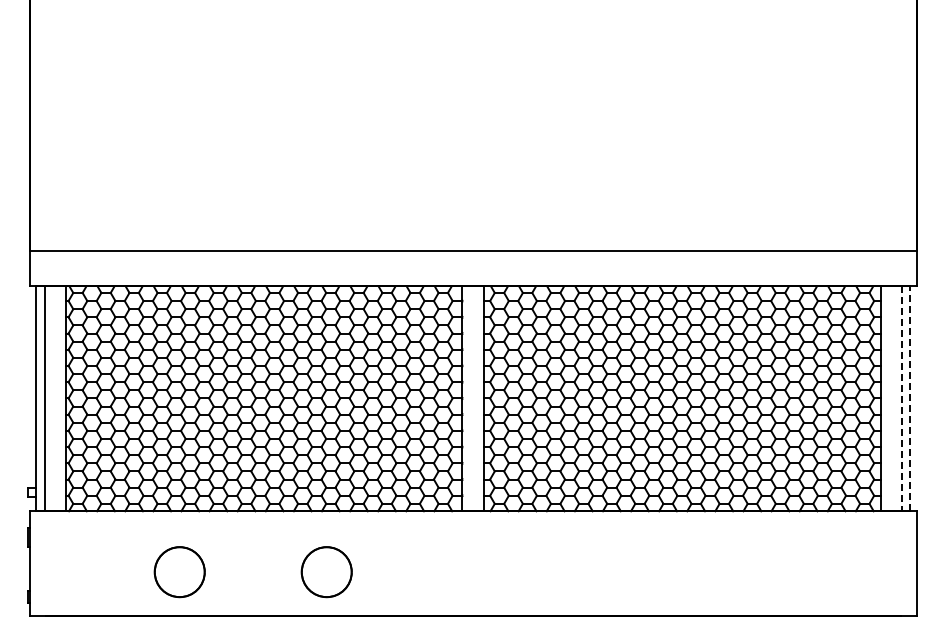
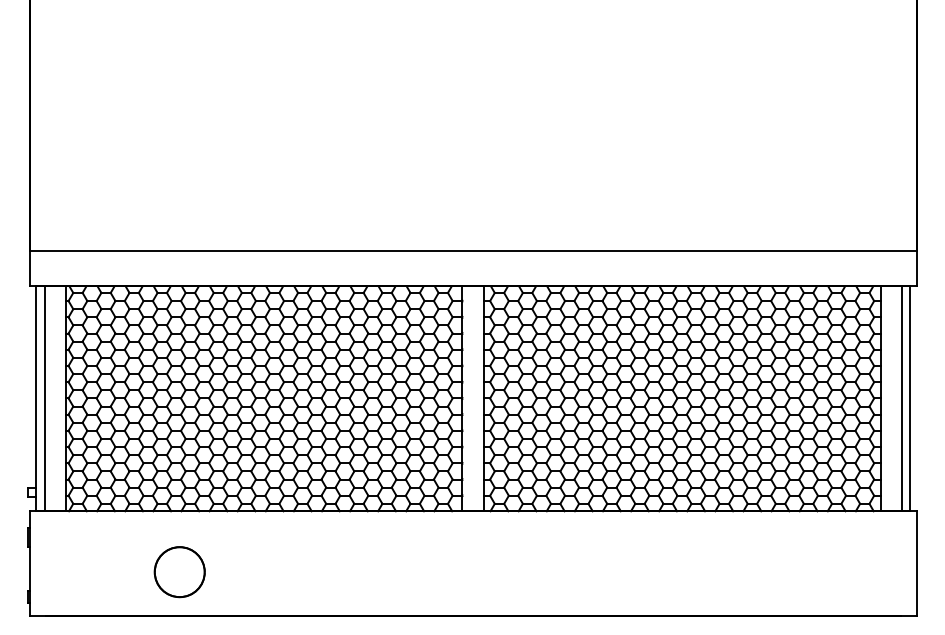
line at (910, 398): dashed -> solid
line at (901, 399): dashed -> solid
part at (326, 572): present -> none
